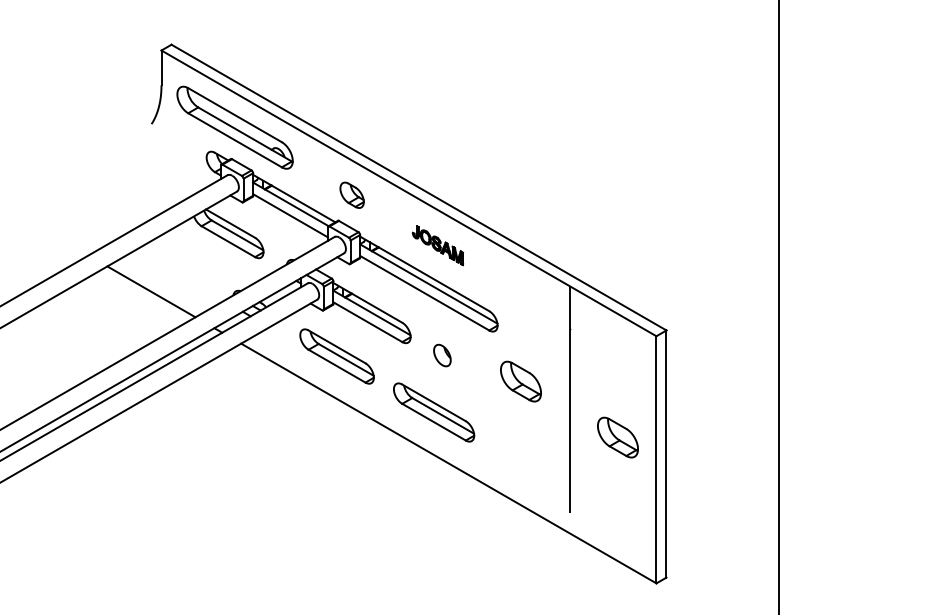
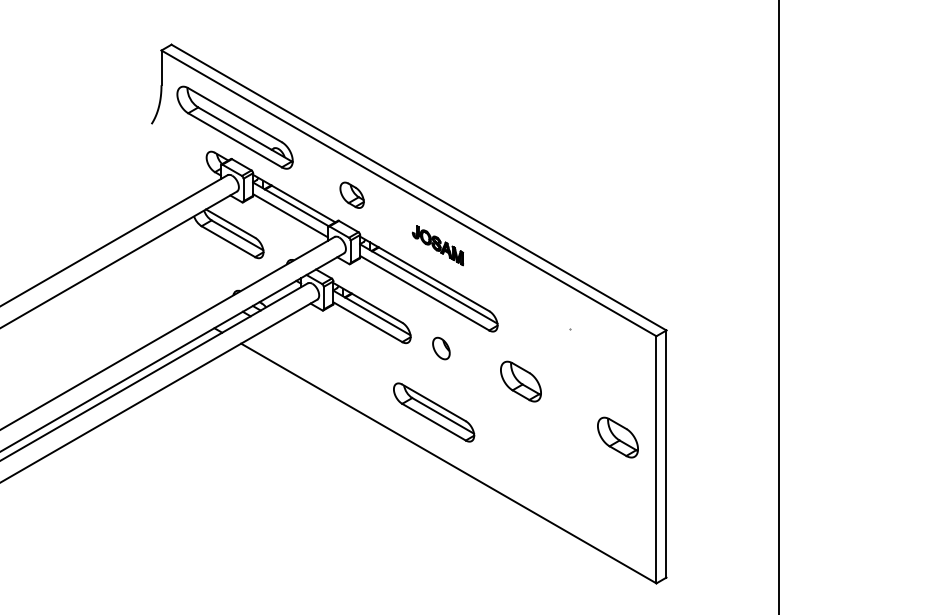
line at (151, 291): present -> none
part at (442, 355) position: (442, 355) -> (441, 348)
part at (336, 356): present -> none
line at (569, 409): present -> none
